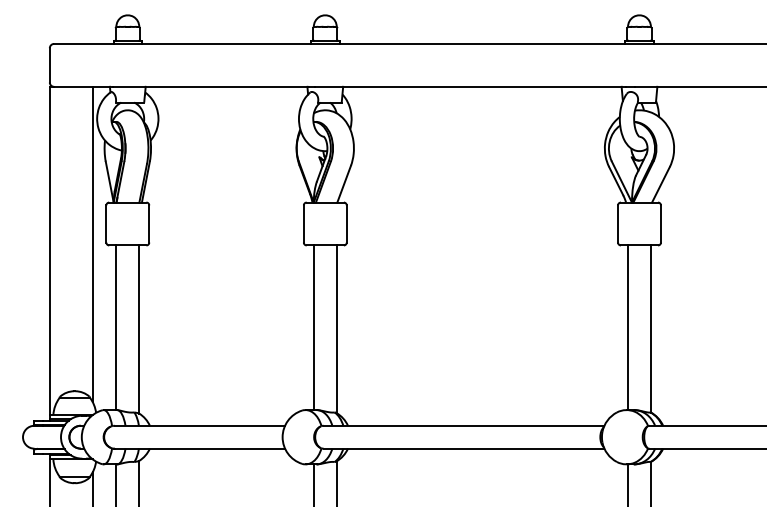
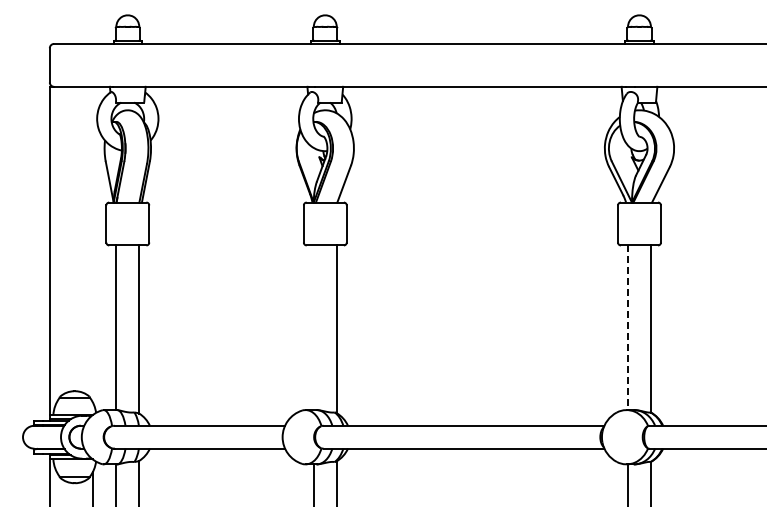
line at (92, 244): present -> none
line at (313, 327): present -> none
line at (628, 328): solid -> dashed
